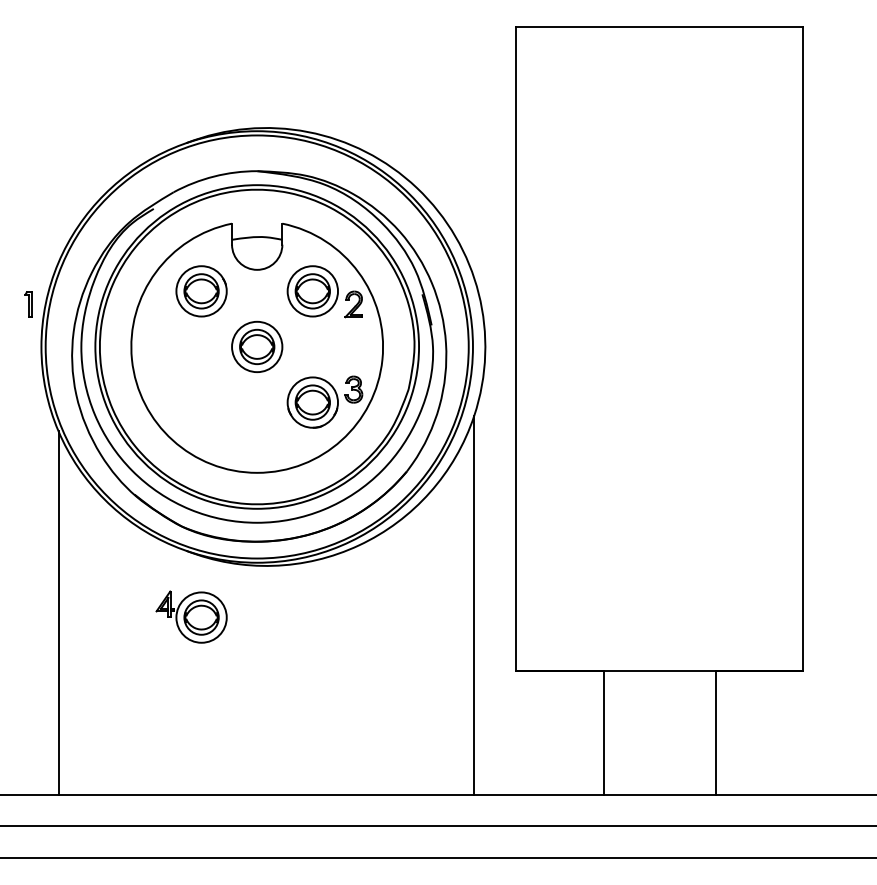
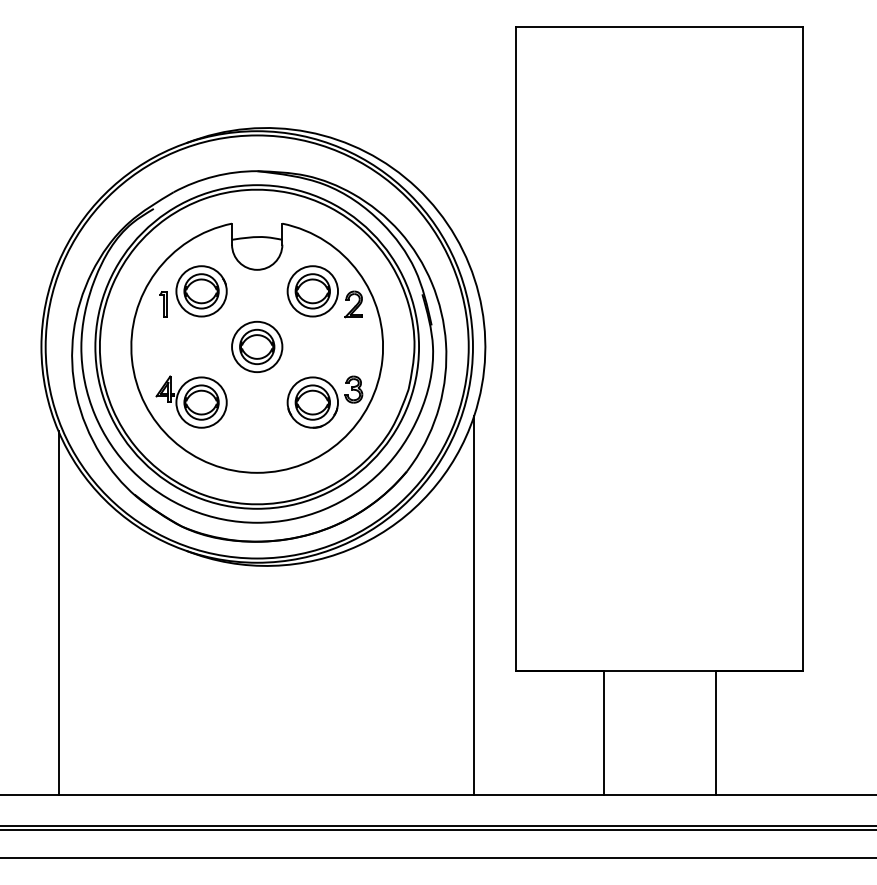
part at (28, 304) position: (28, 304) -> (163, 304)
part at (191, 616) position: (191, 616) -> (191, 401)
line at (437, 830): none -> present
